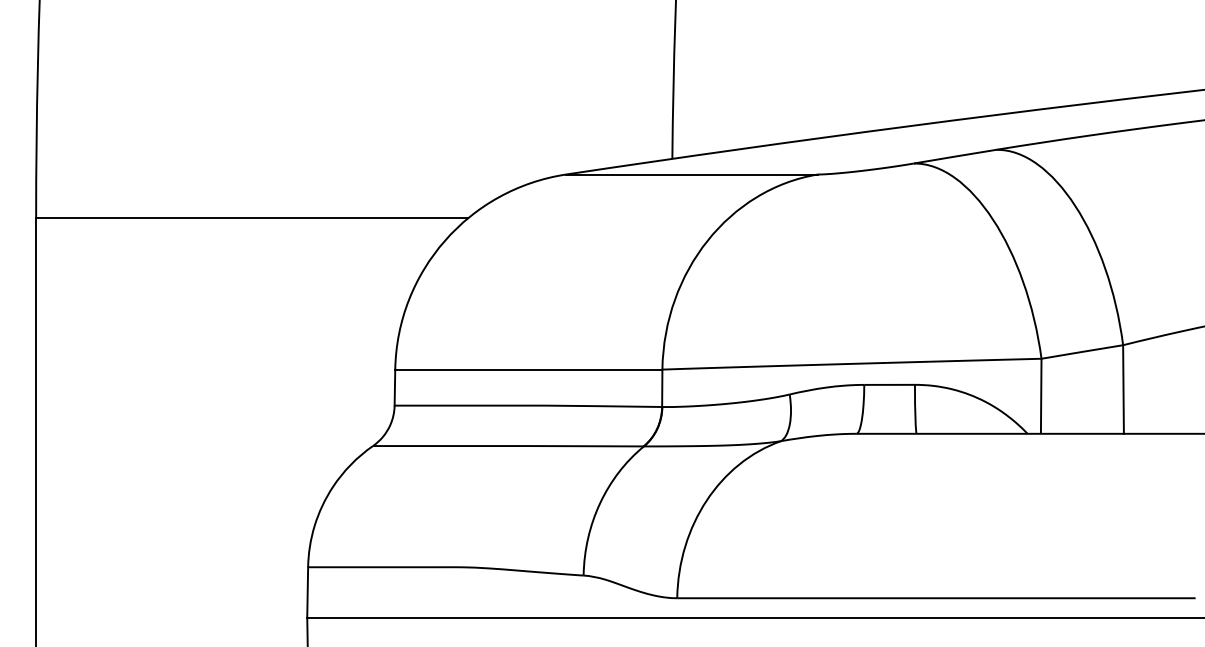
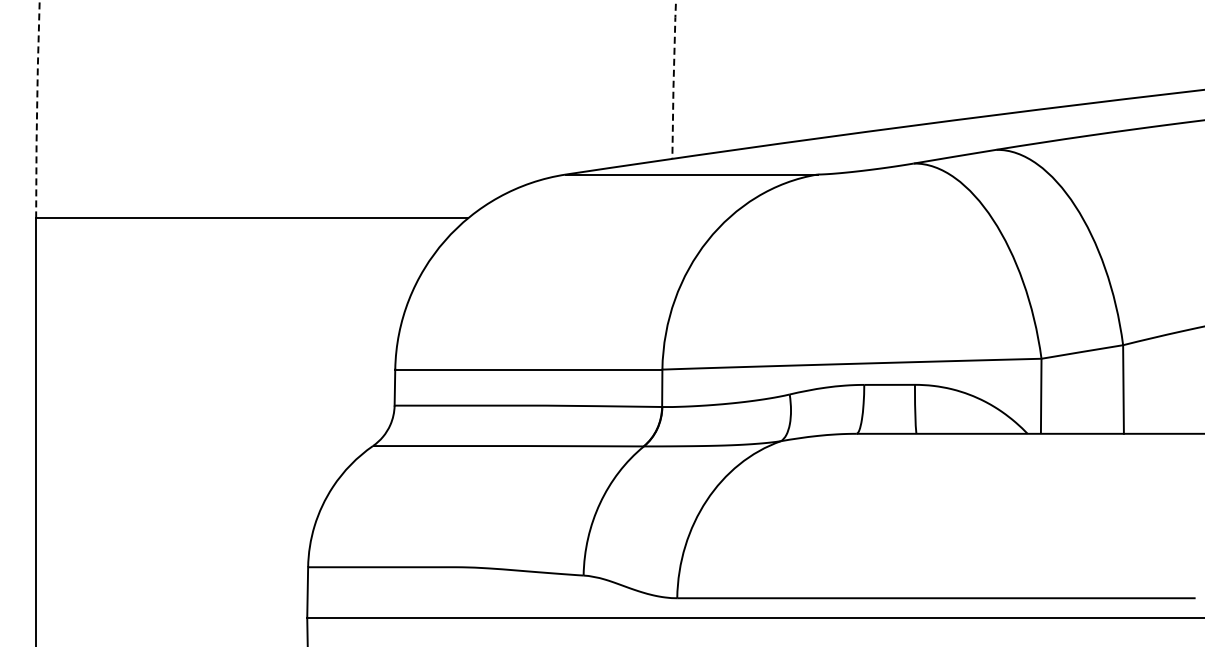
arc at (673, 80): solid -> dashed
arc at (37, 109): solid -> dashed
